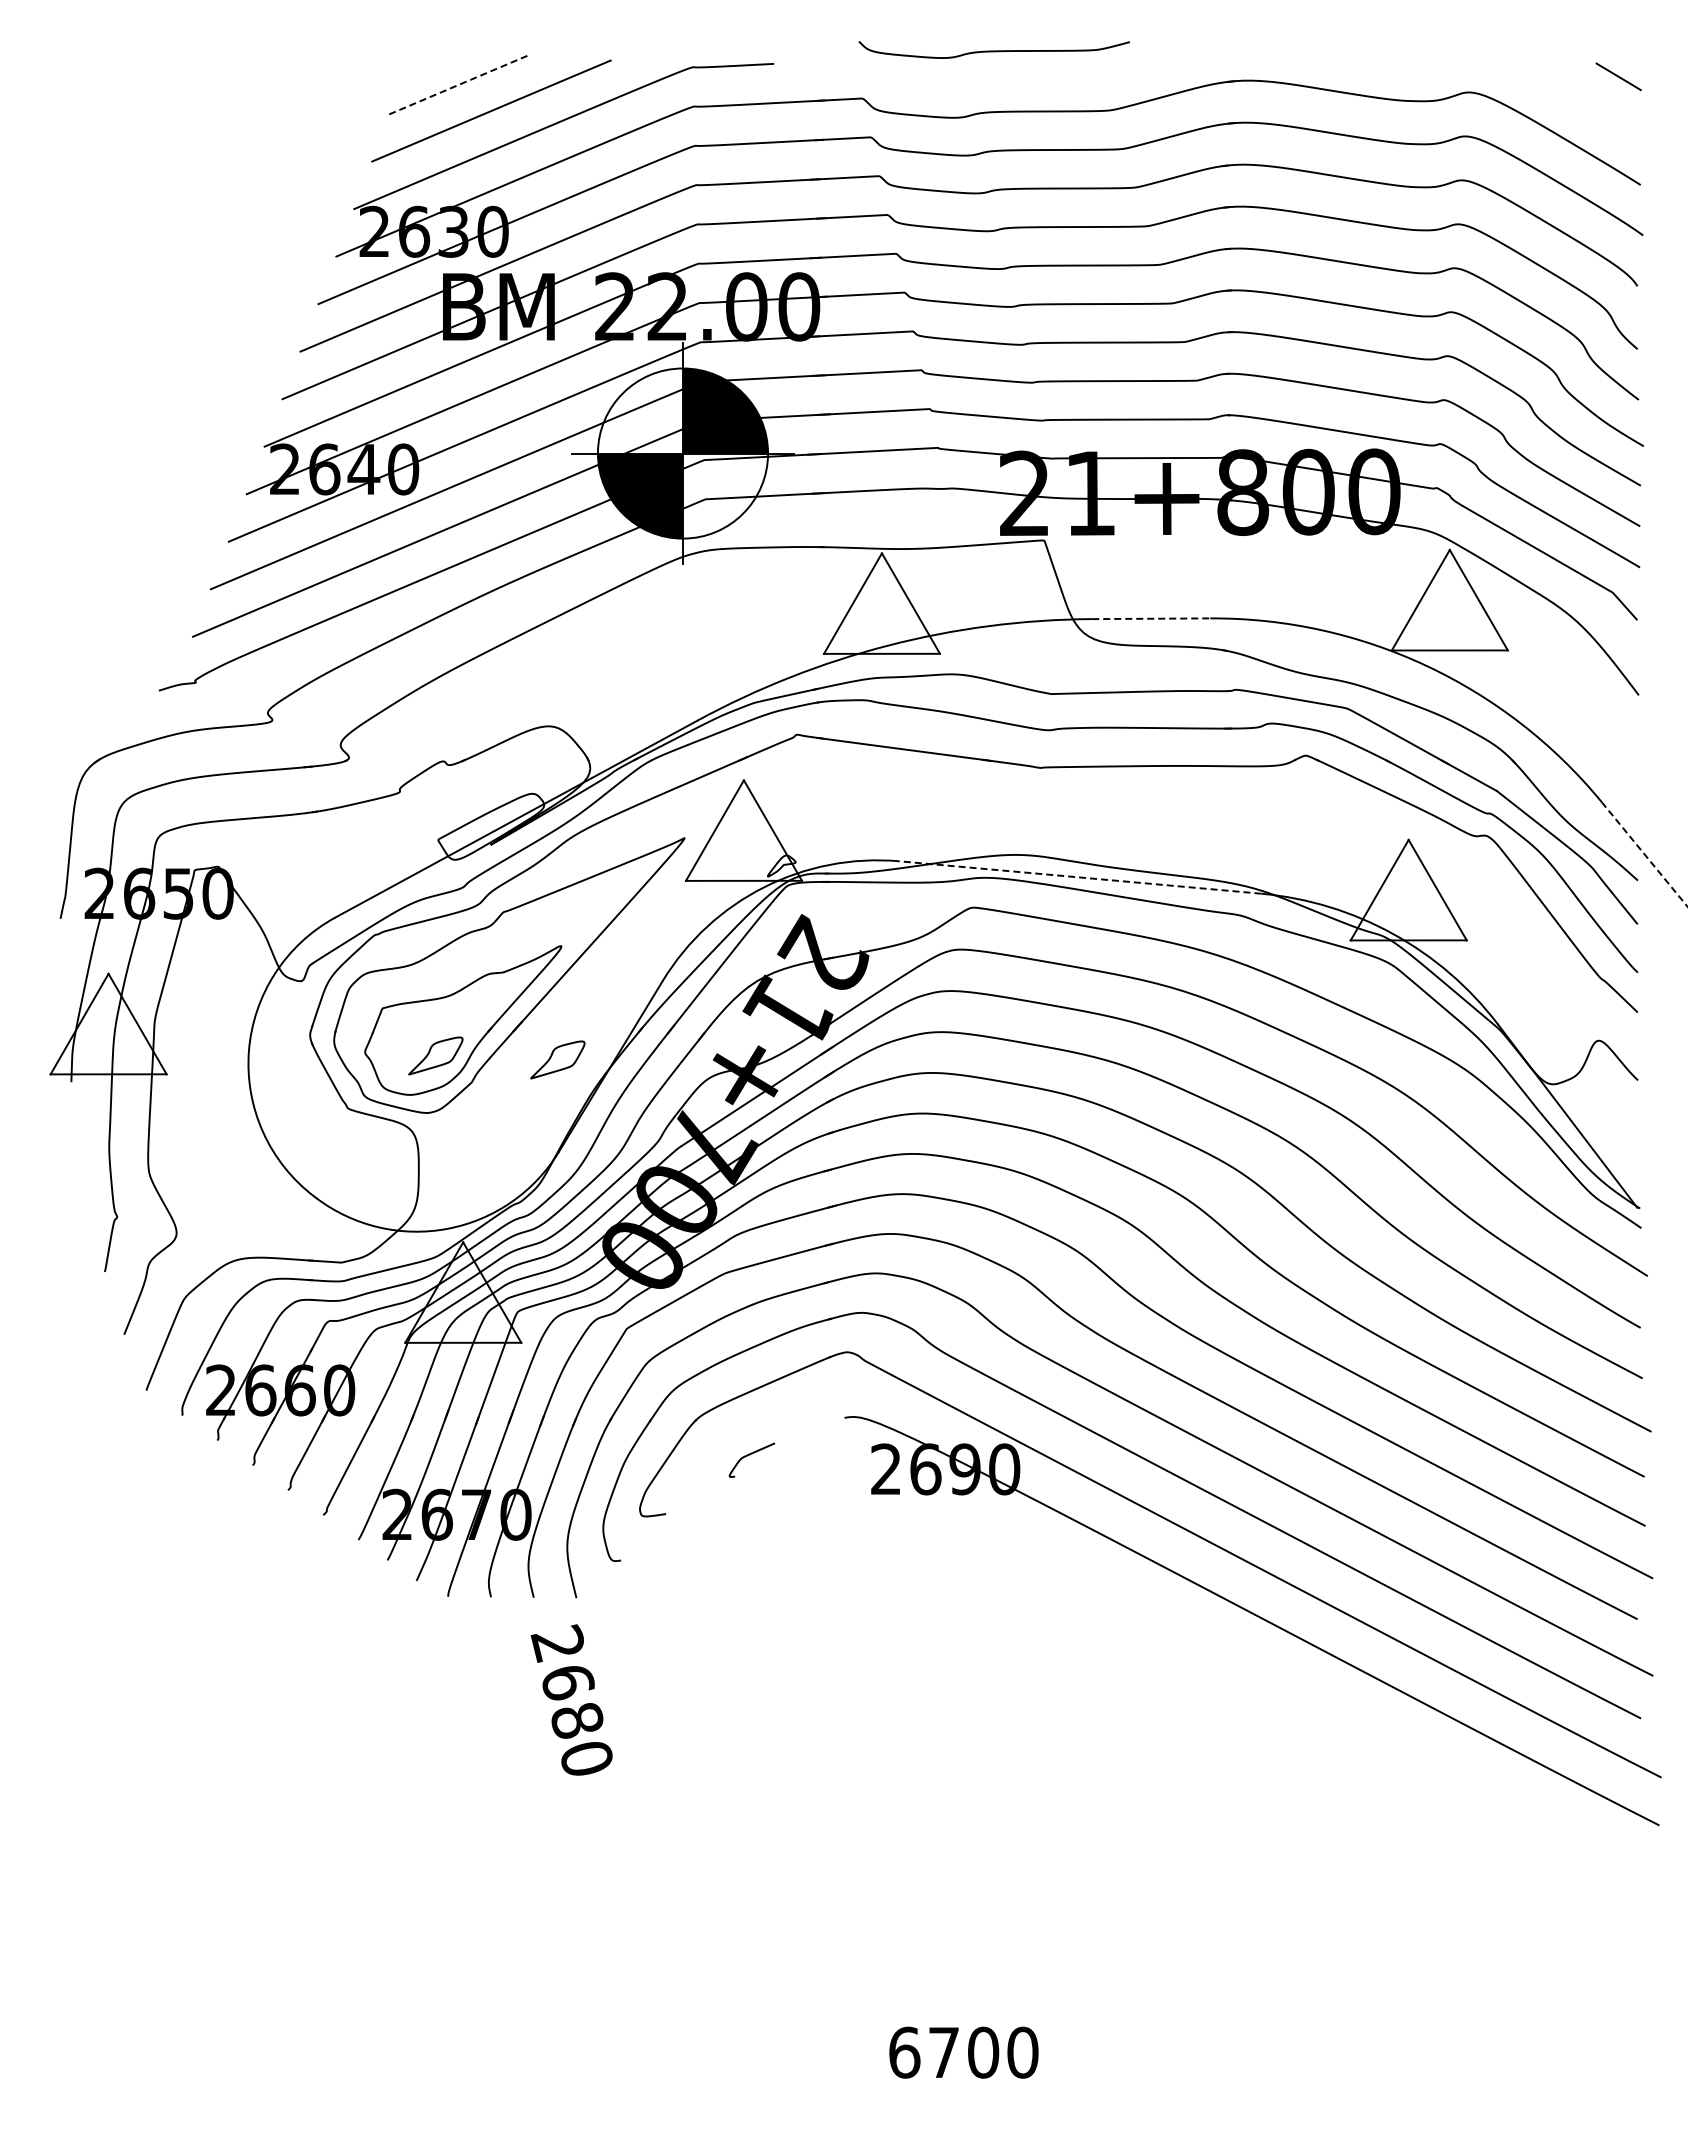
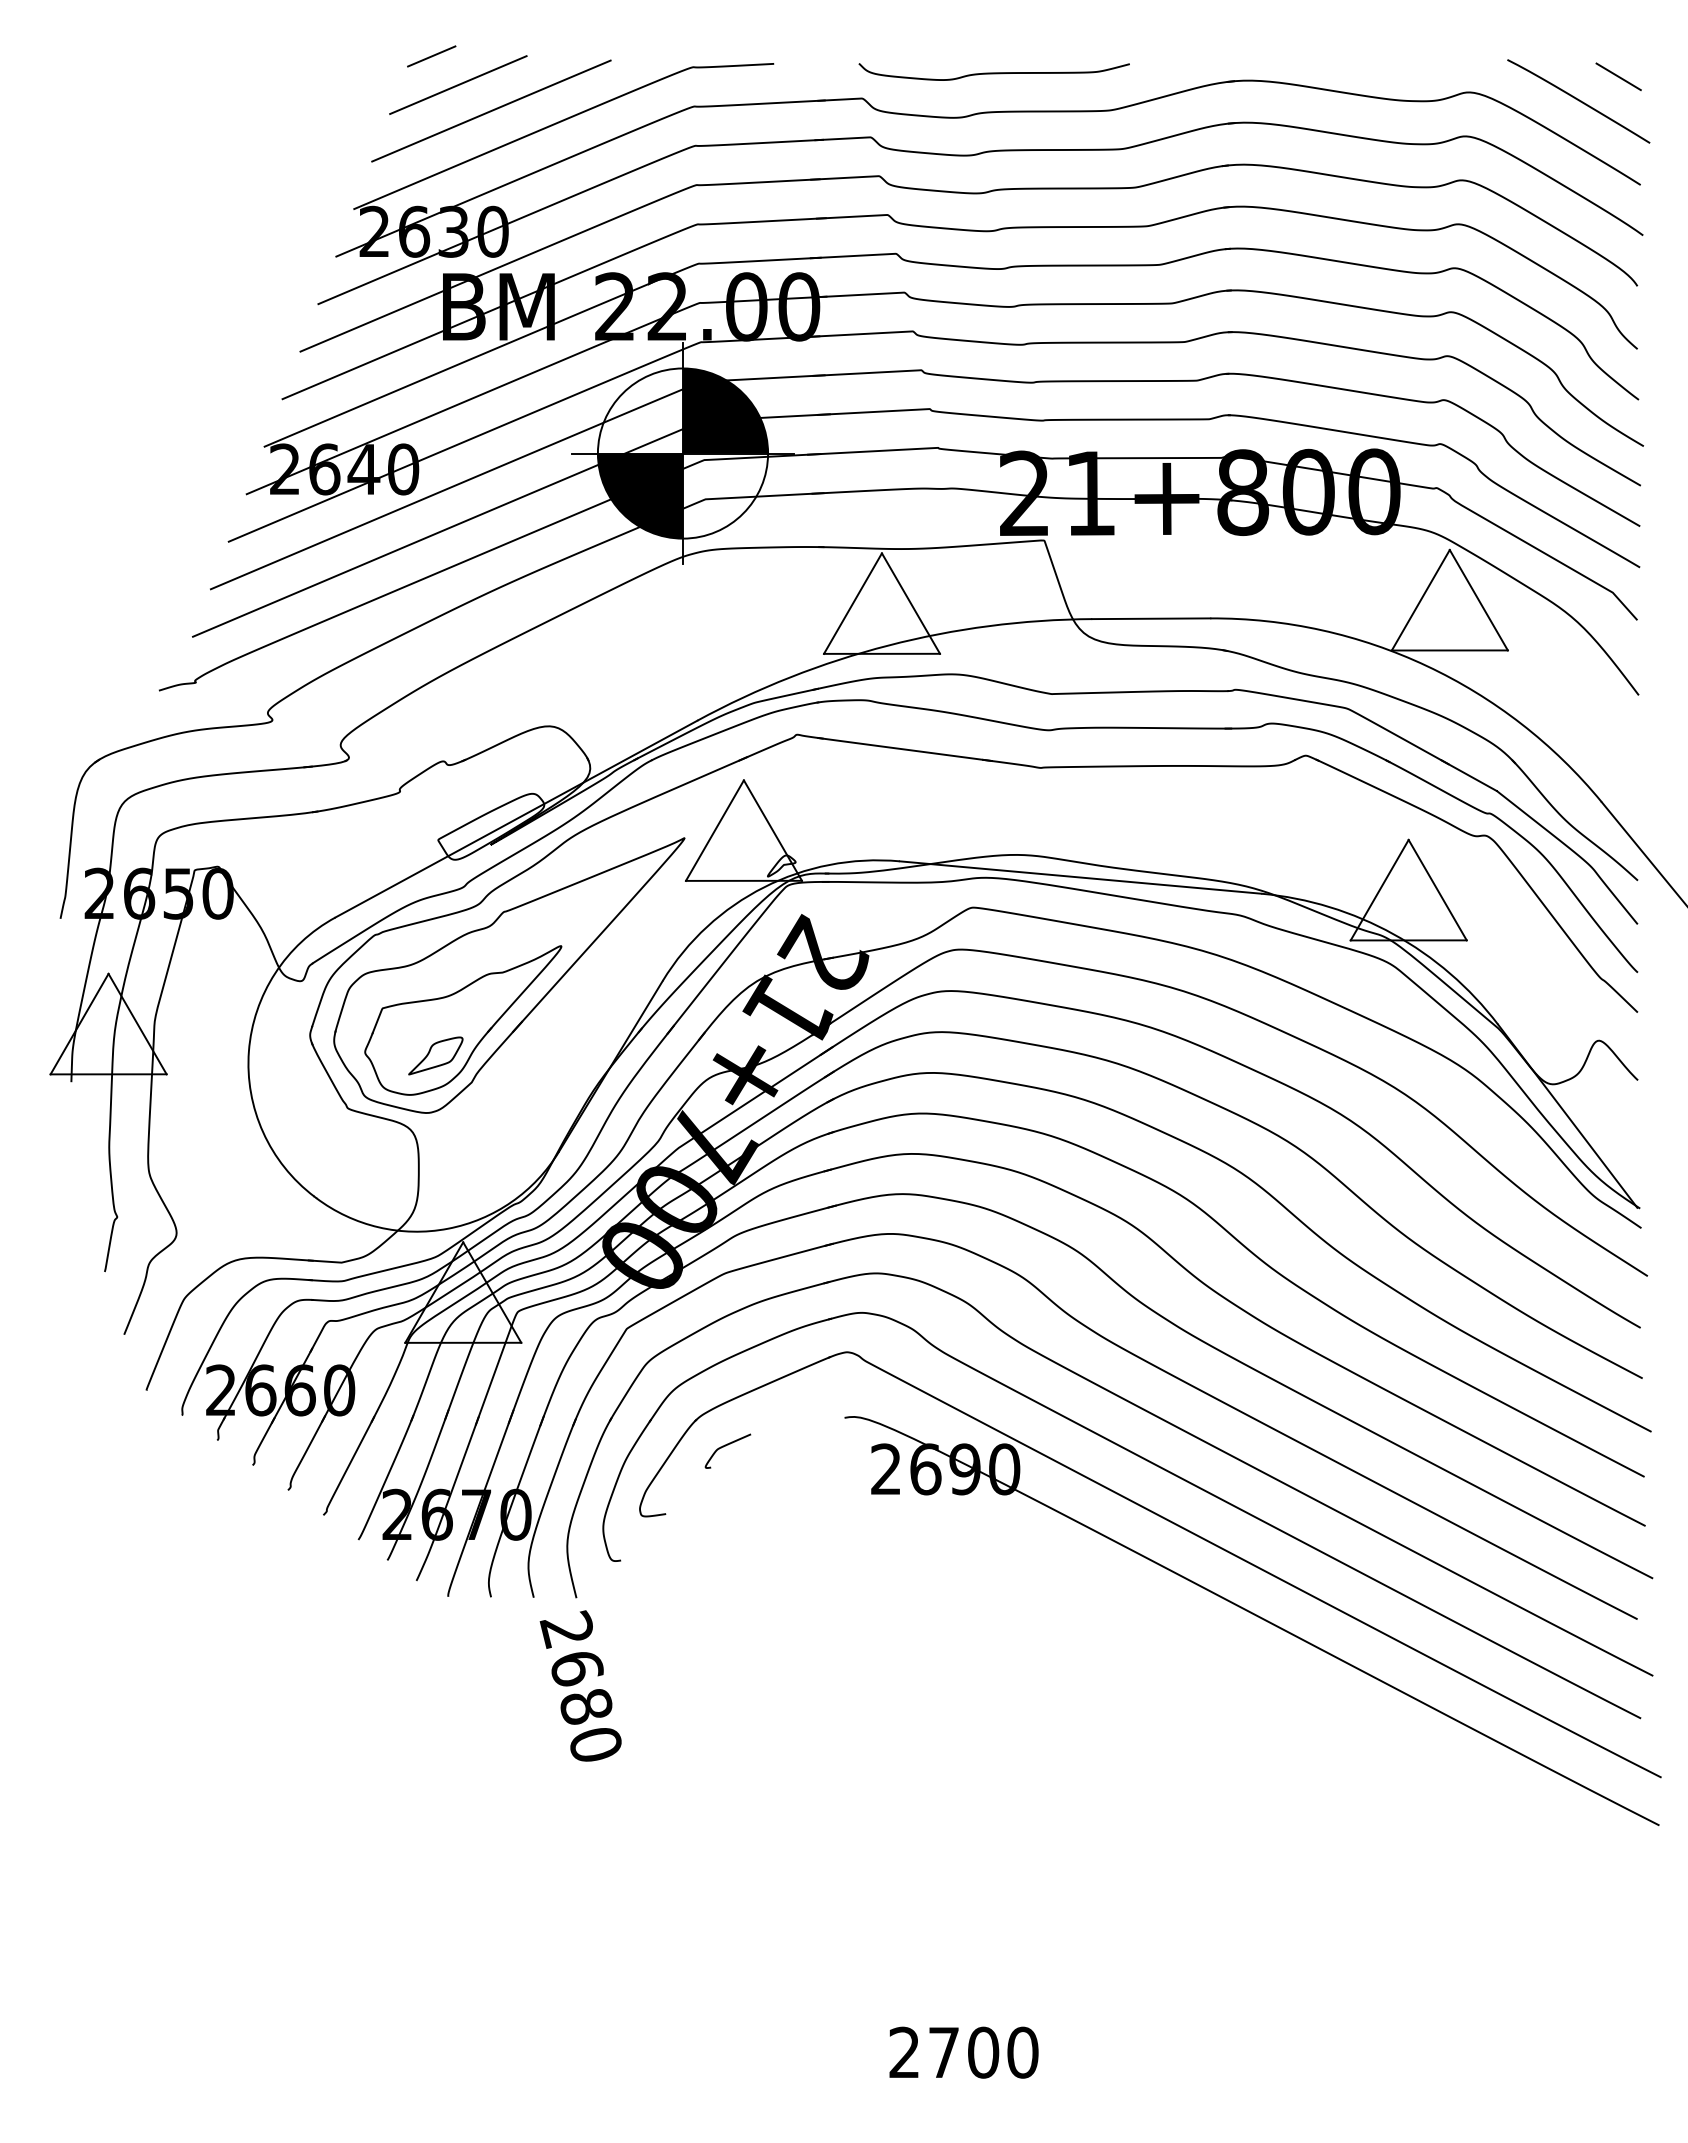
curve at (993, 50) position: (993, 50) -> (993, 72)
line at (431, 56): none -> present
line at (459, 84): dashed -> solid
curve at (1578, 101): none -> present
line at (1151, 618): dashed -> solid
line at (1644, 854): dashed -> solid
line at (1080, 877): dashed -> solid
part at (557, 1059): present -> none
curve at (749, 1455) position: (749, 1455) -> (725, 1446)
text at (571, 1699) position: (571, 1699) -> (580, 1685)
text at (904, 2052): 6700 -> 2700
